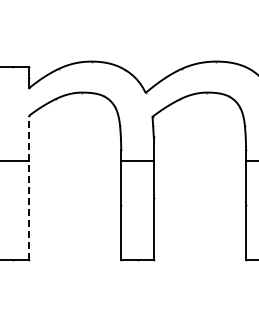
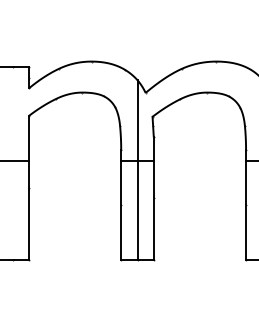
line at (137, 170): none -> present
line at (28, 187): dashed -> solid
